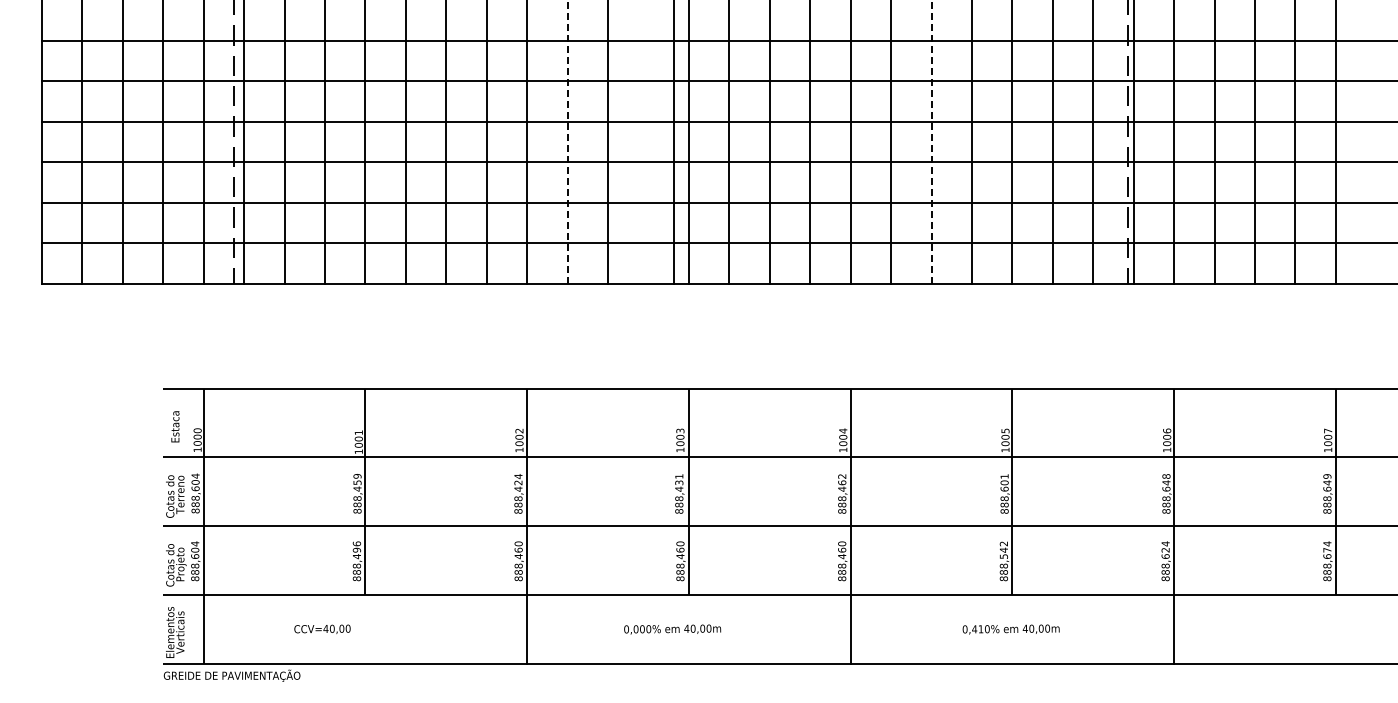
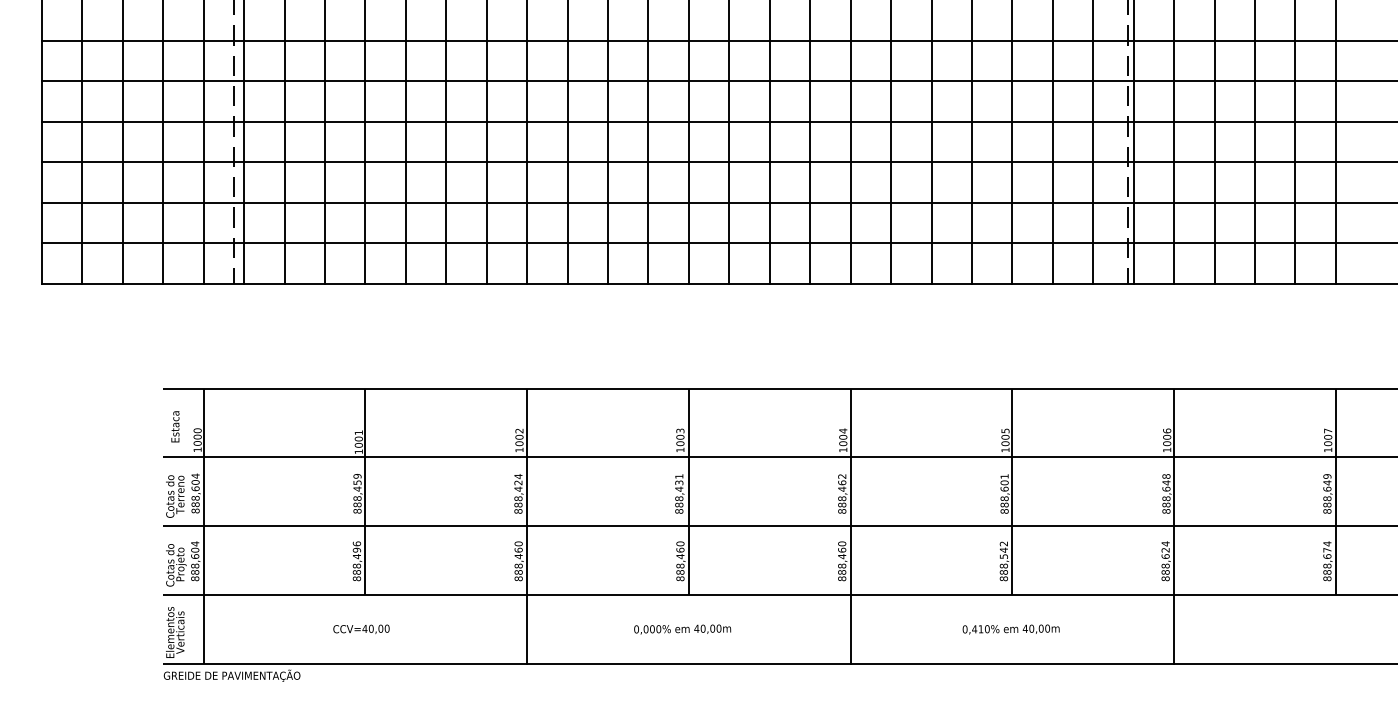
line at (567, 141): dashed -> solid
line at (931, 141): dashed -> solid
line at (674, 142) position: (674, 142) -> (648, 142)
text at (322, 628) position: (322, 628) -> (361, 628)
text at (672, 629) position: (672, 629) -> (682, 629)
